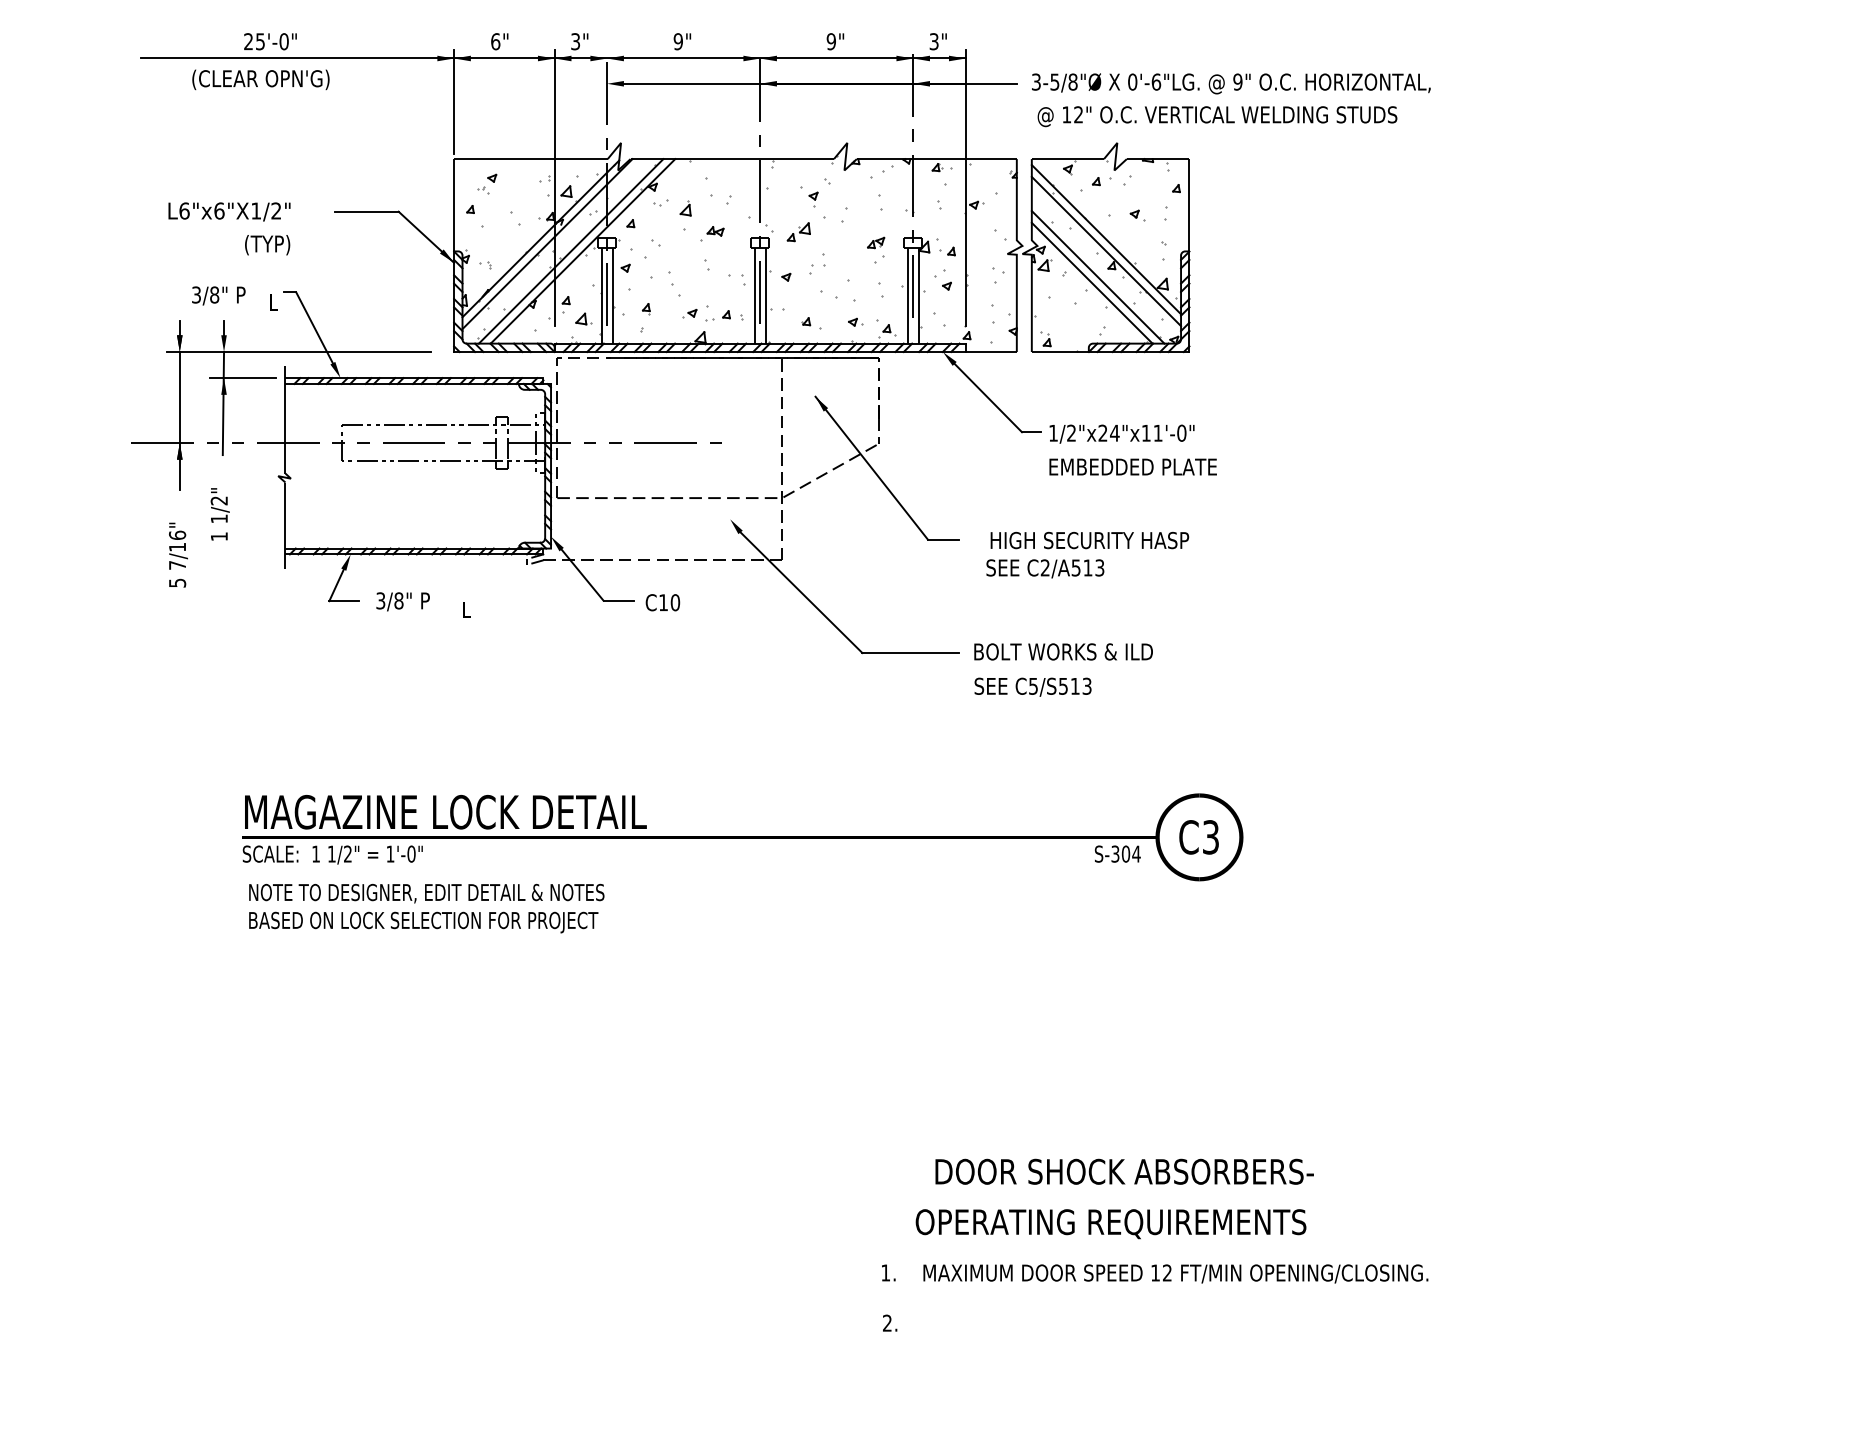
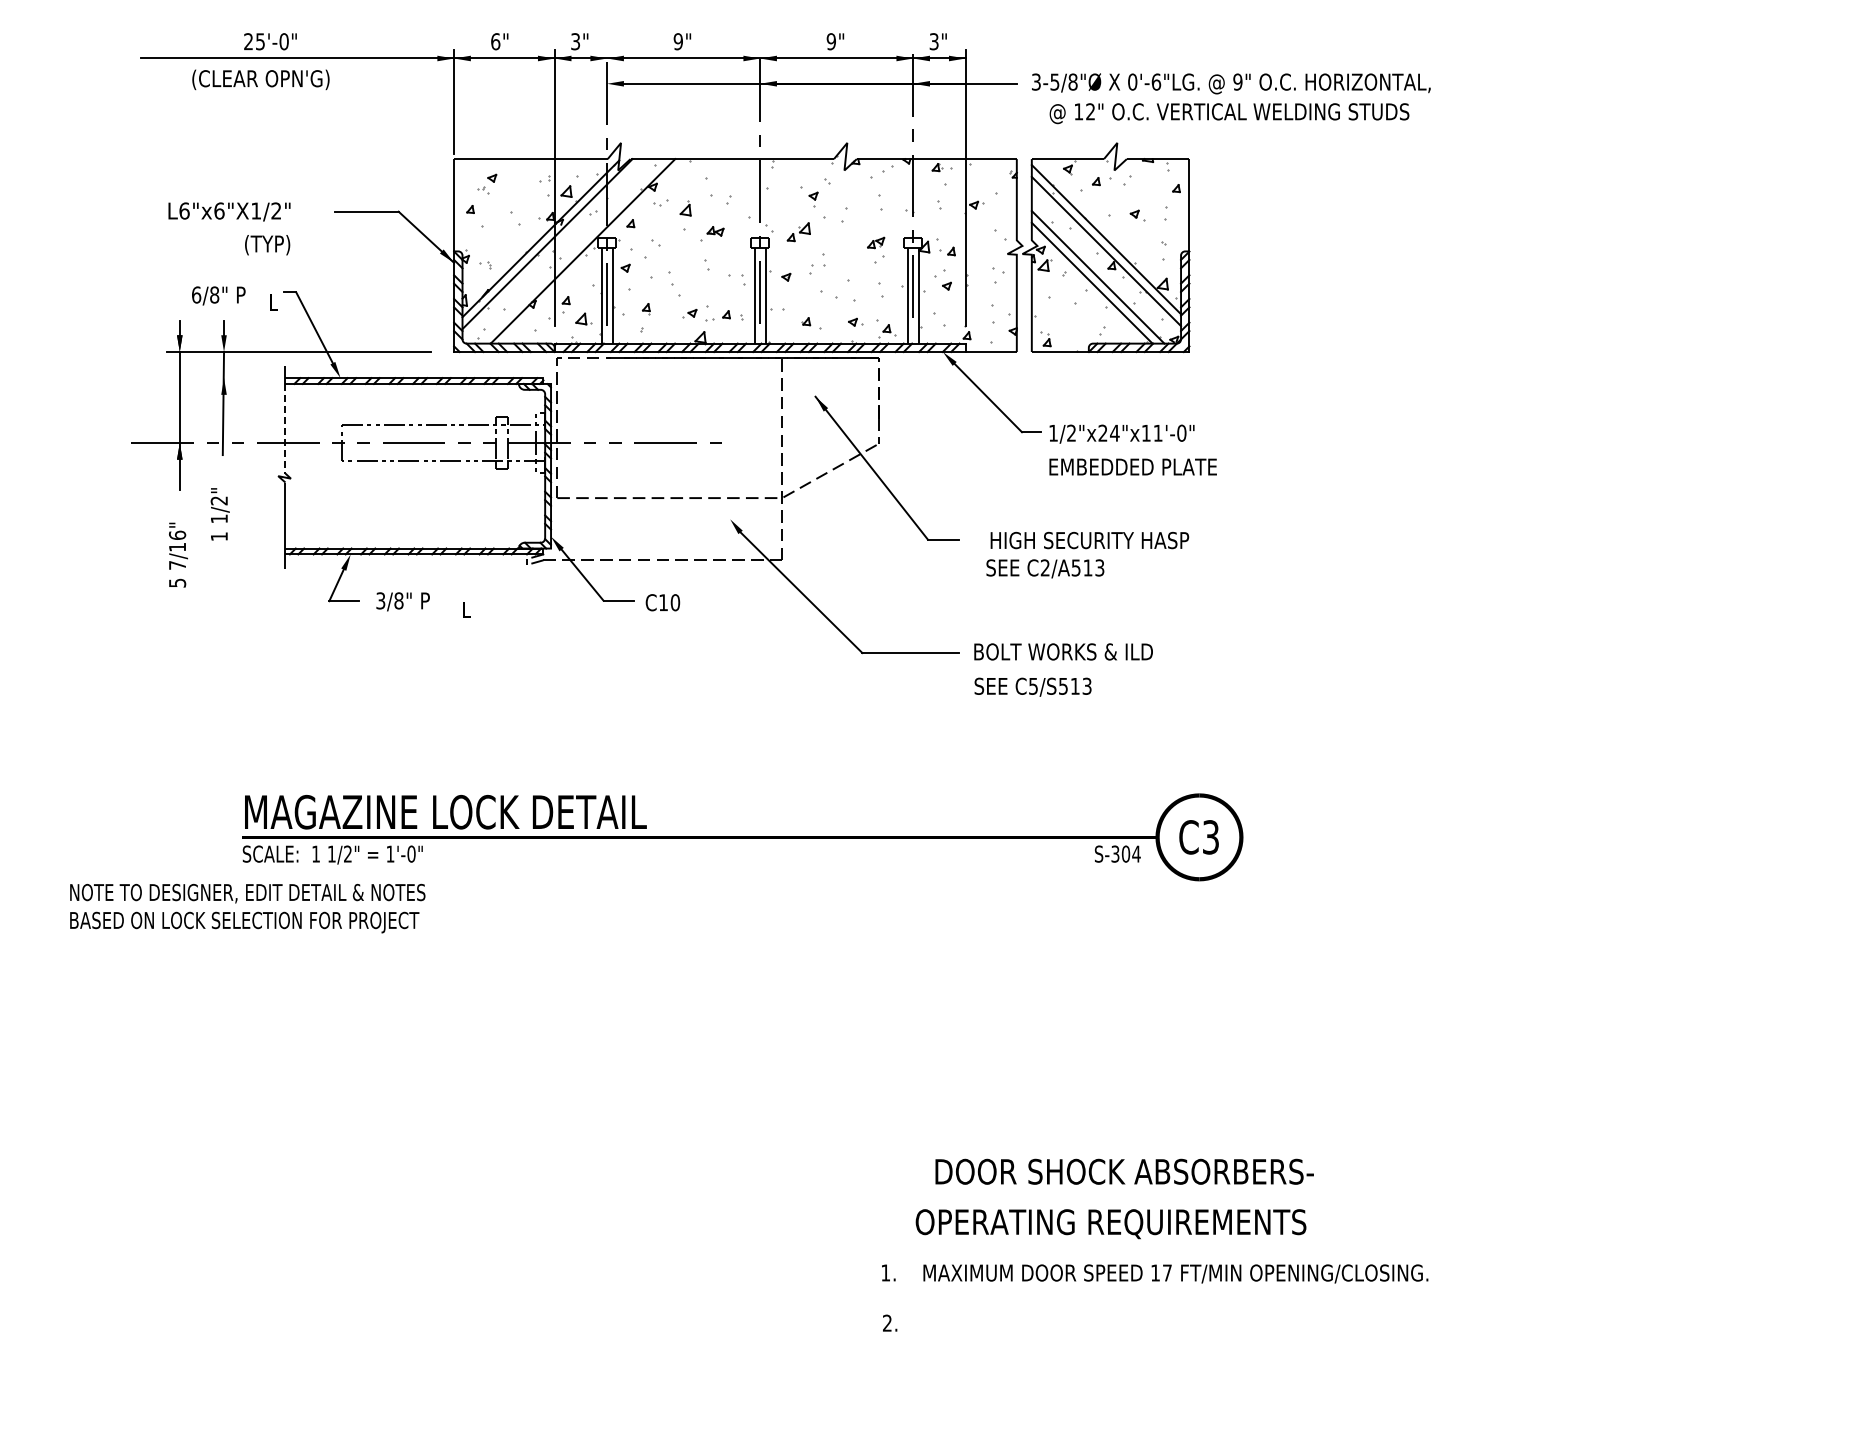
text at (1217, 116) position: (1217, 116) -> (1229, 113)
line at (570, 251): present -> none
text at (196, 294): 3/8" -> 6/8"
line at (243, 378): present -> none
line at (285, 428): solid -> dashed
text at (426, 908) position: (426, 908) -> (247, 908)
text at (1166, 1272): 12 -> 17
